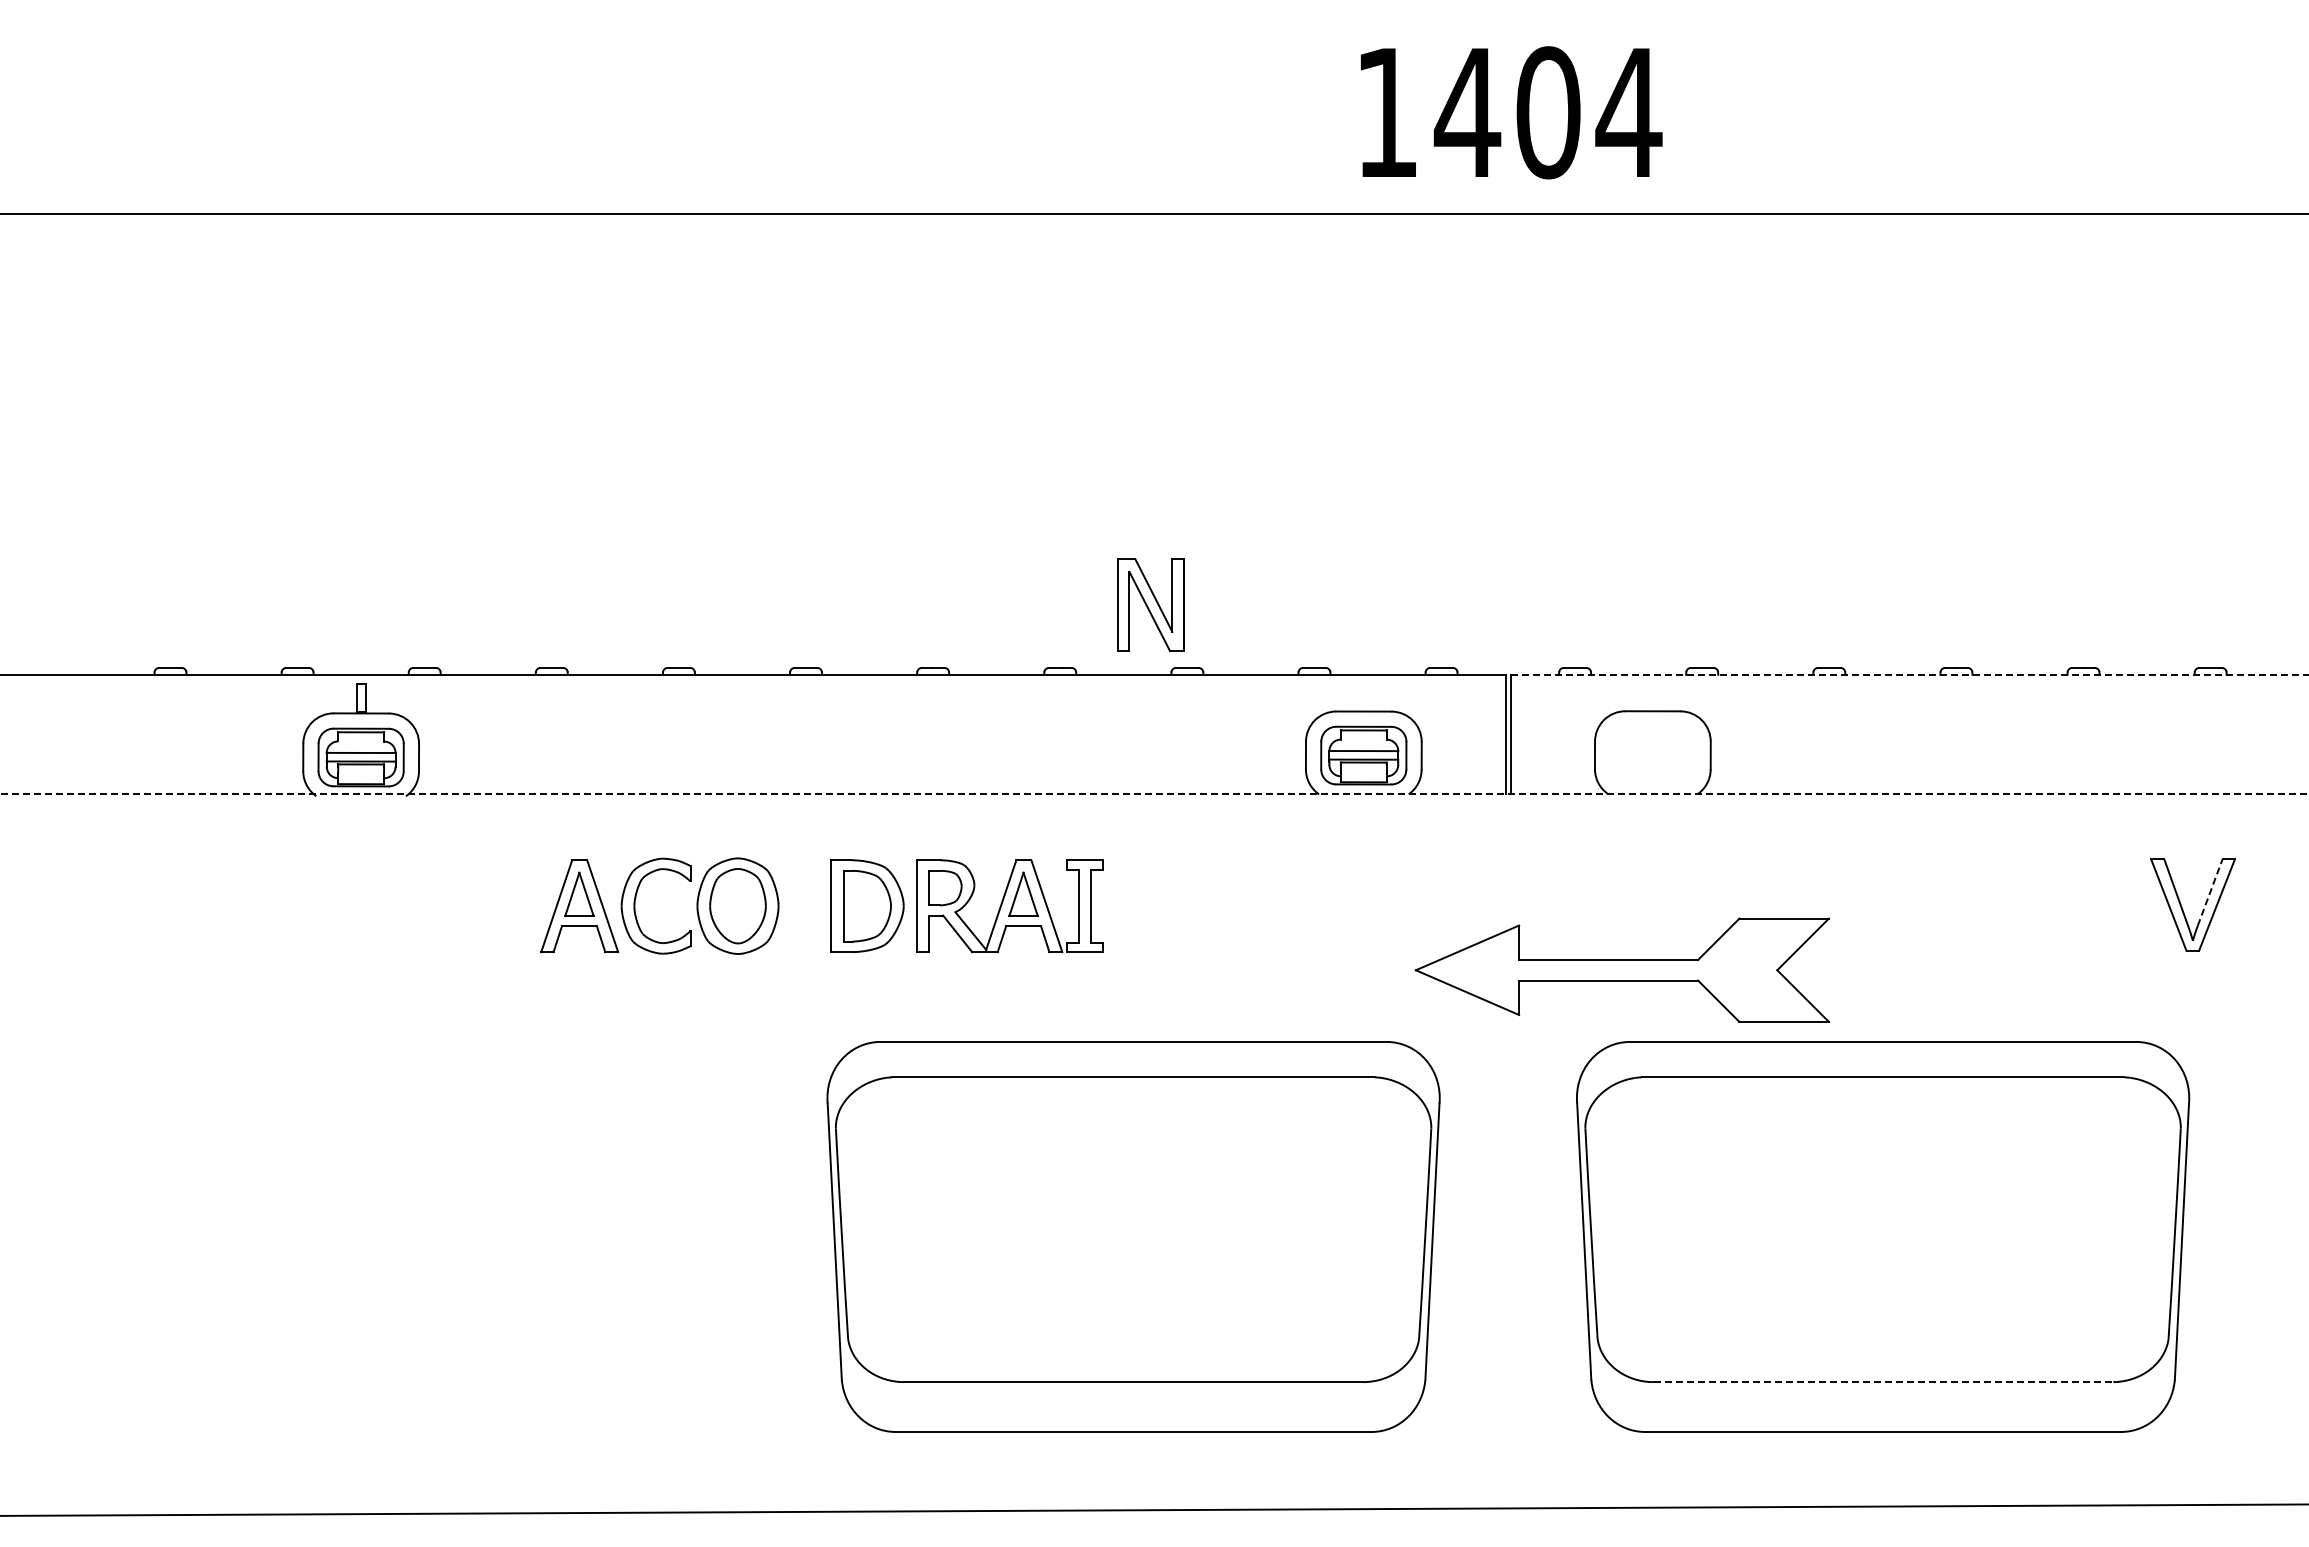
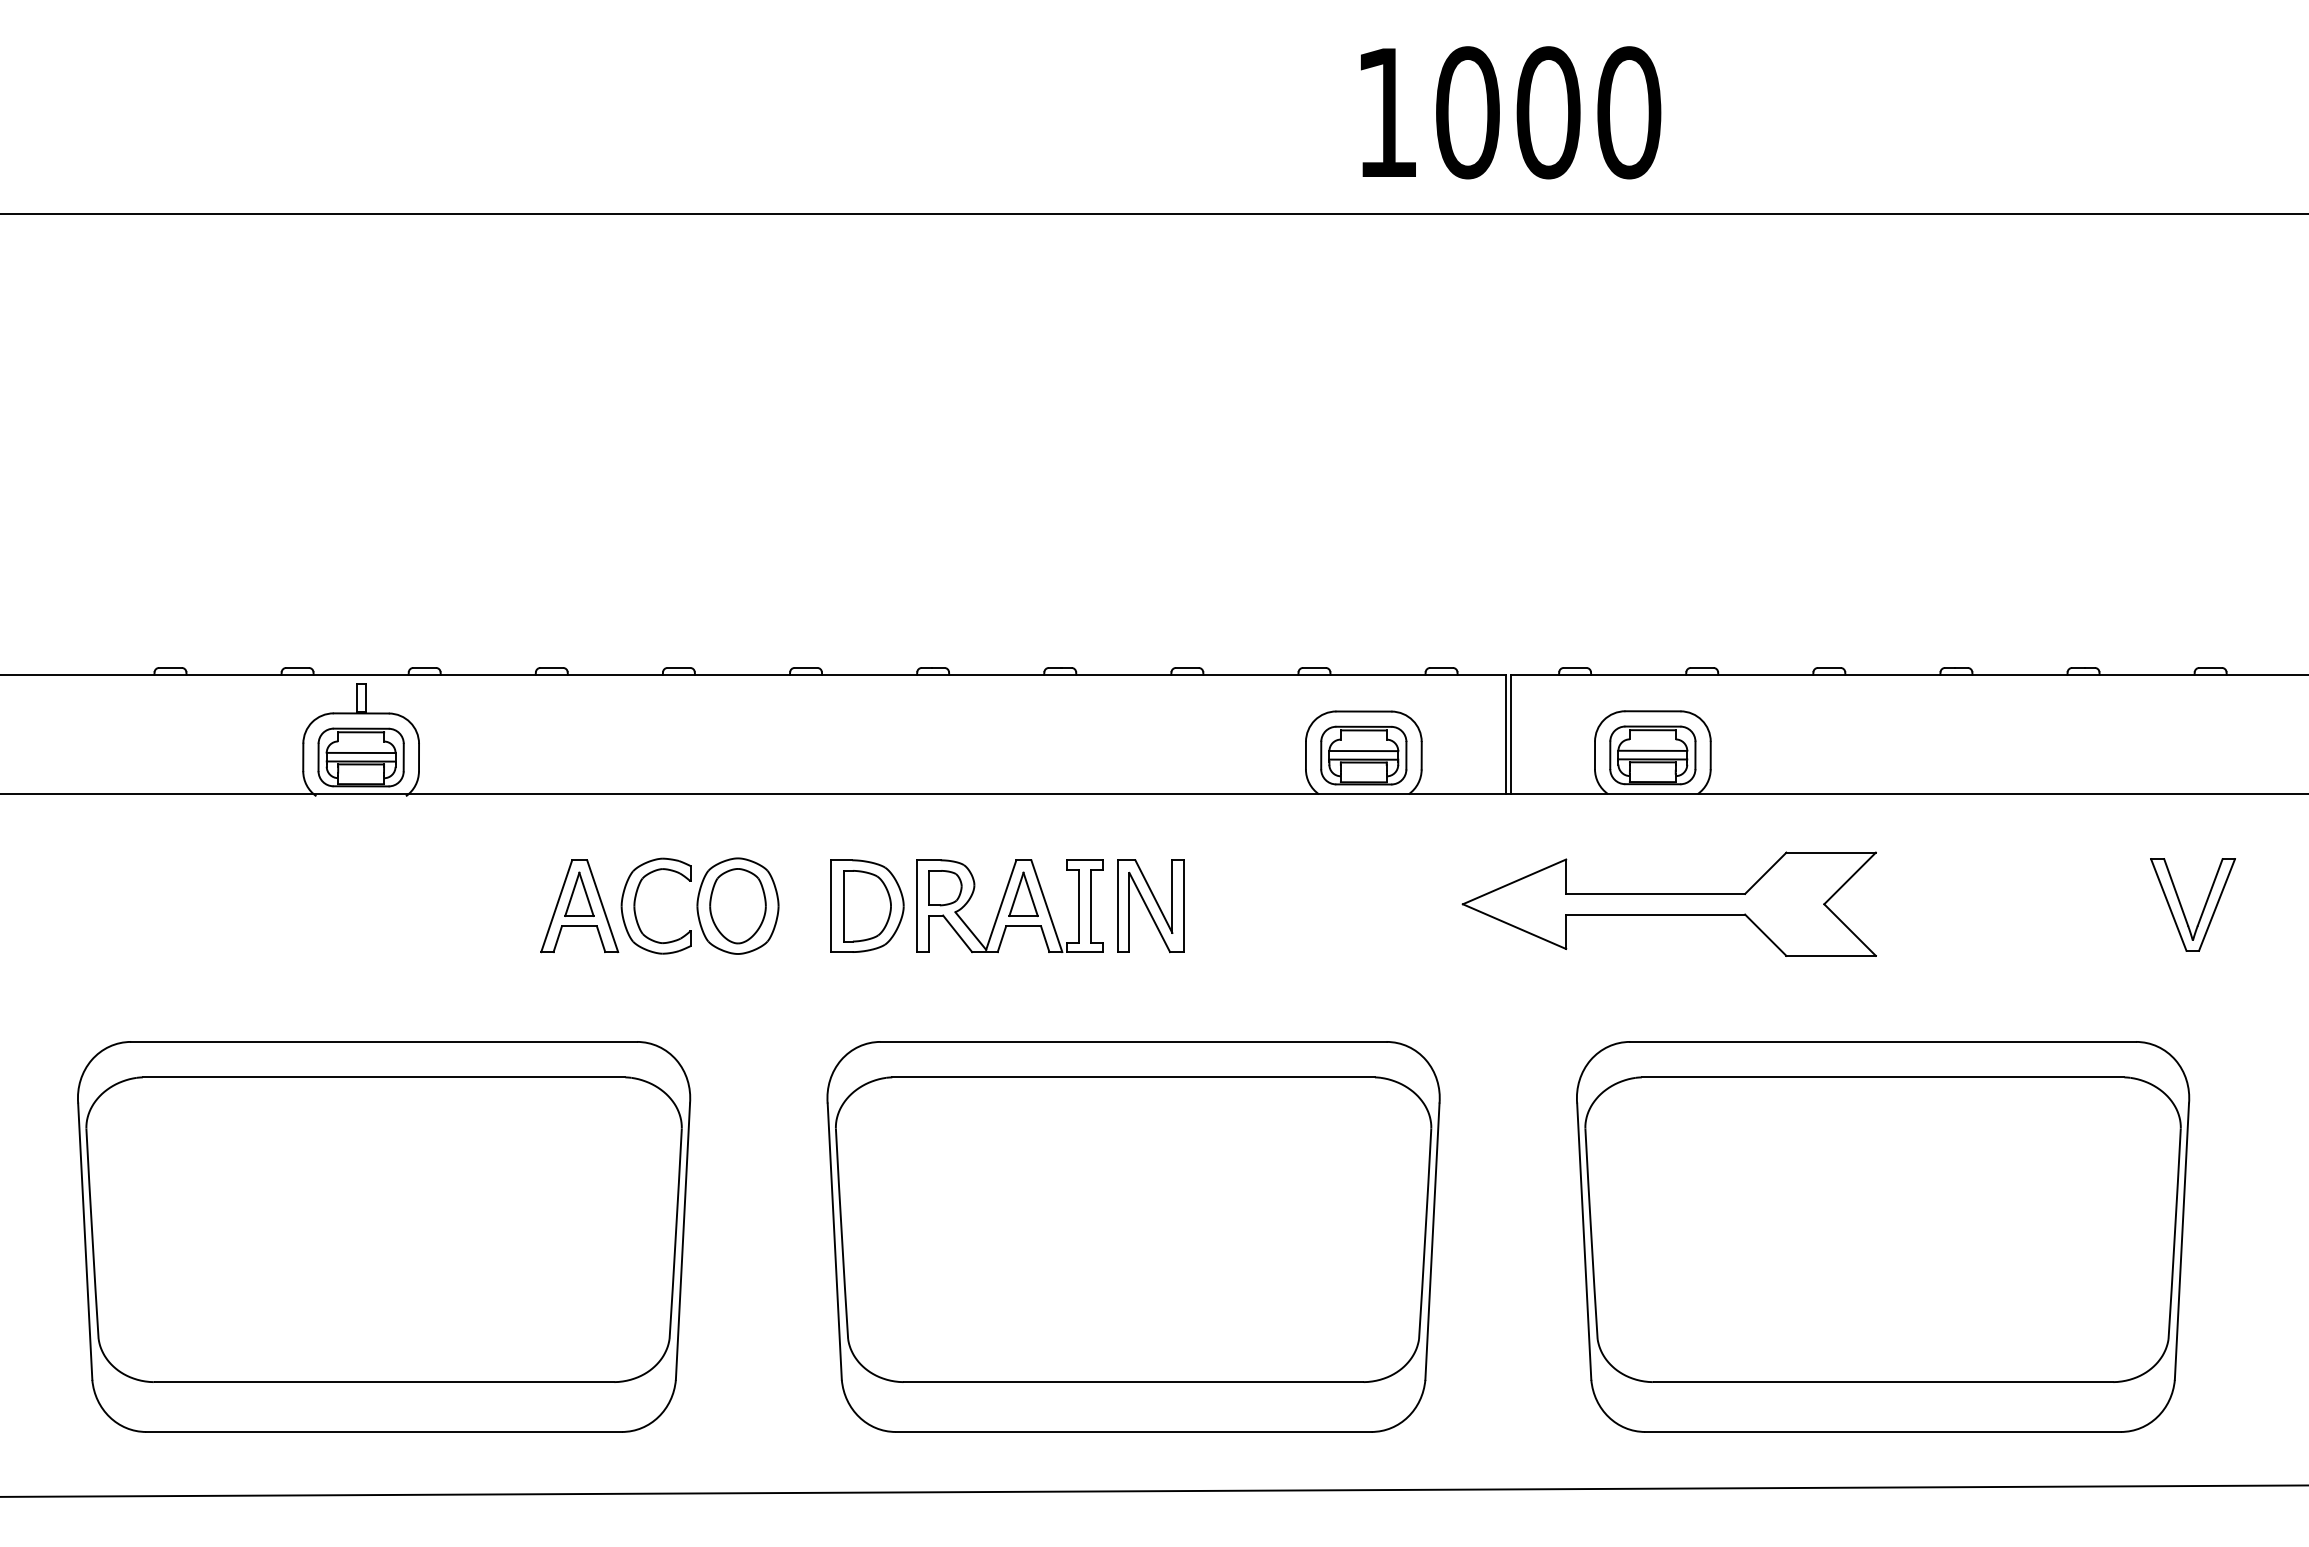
text at (1547, 112): 1404 -> 1000
part at (1150, 605) position: (1150, 605) -> (1150, 906)
line at (1909, 674): dashed -> solid
part at (1652, 755): none -> present
line at (1154, 794): dashed -> solid
line at (2210, 892): dashed -> solid
part at (1621, 969) position: (1621, 969) -> (1668, 903)
part at (384, 1236): none -> present
line at (1883, 1382): dashed -> solid
line at (1153, 1509) position: (1153, 1509) -> (1153, 1490)
